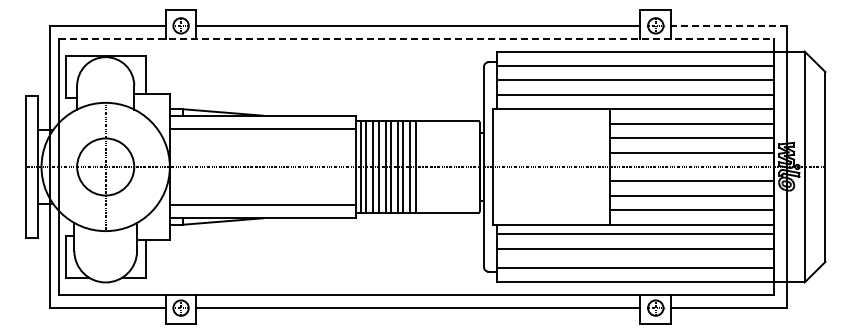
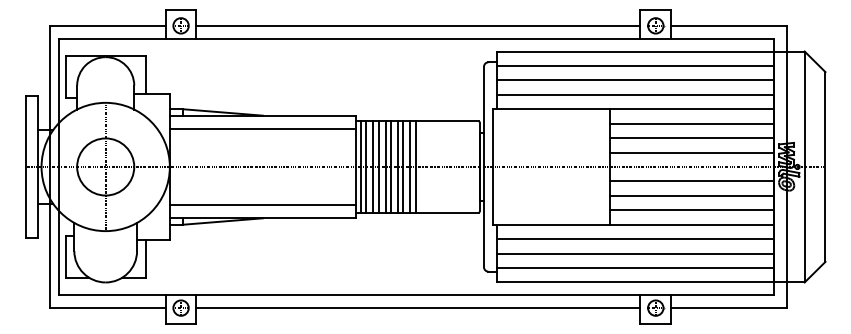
line at (728, 25): dashed -> solid
line at (416, 38): dashed -> solid
line at (635, 234) position: (635, 234) -> (635, 239)
line at (635, 248) position: (635, 248) -> (635, 253)
